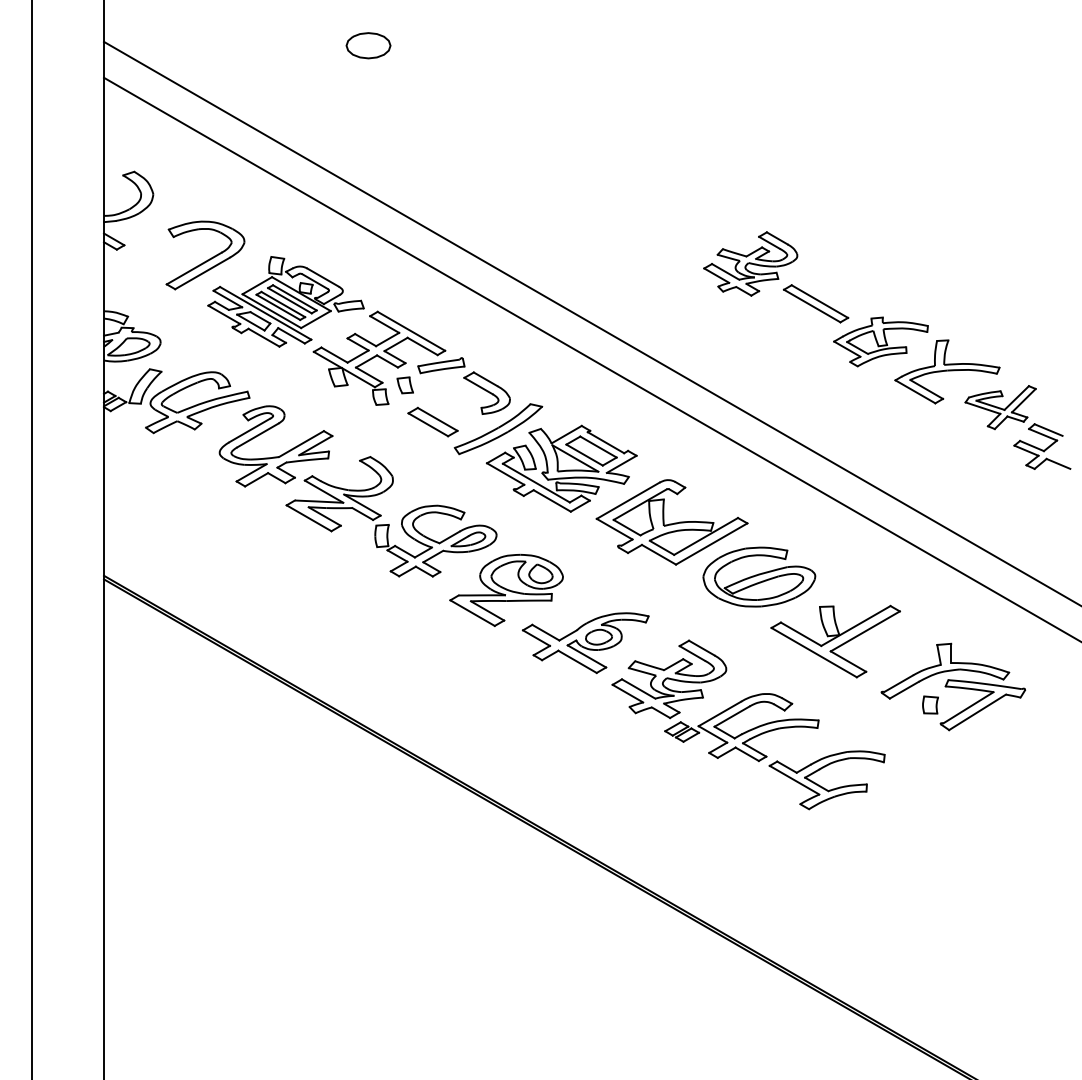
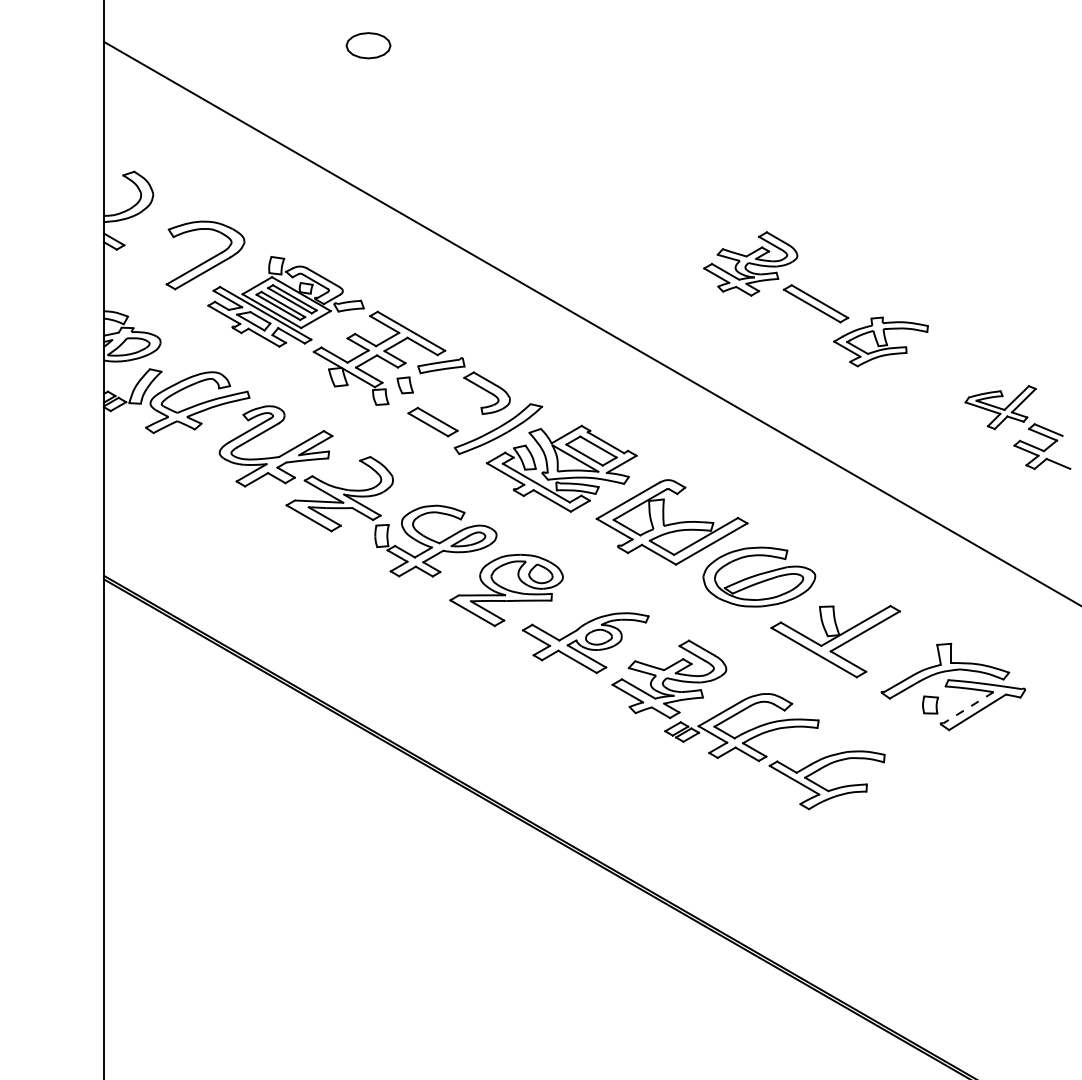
line at (591, 358): present -> none
part at (947, 371): present -> none
line at (32, 539): present -> none
line at (968, 707): solid -> dashed
